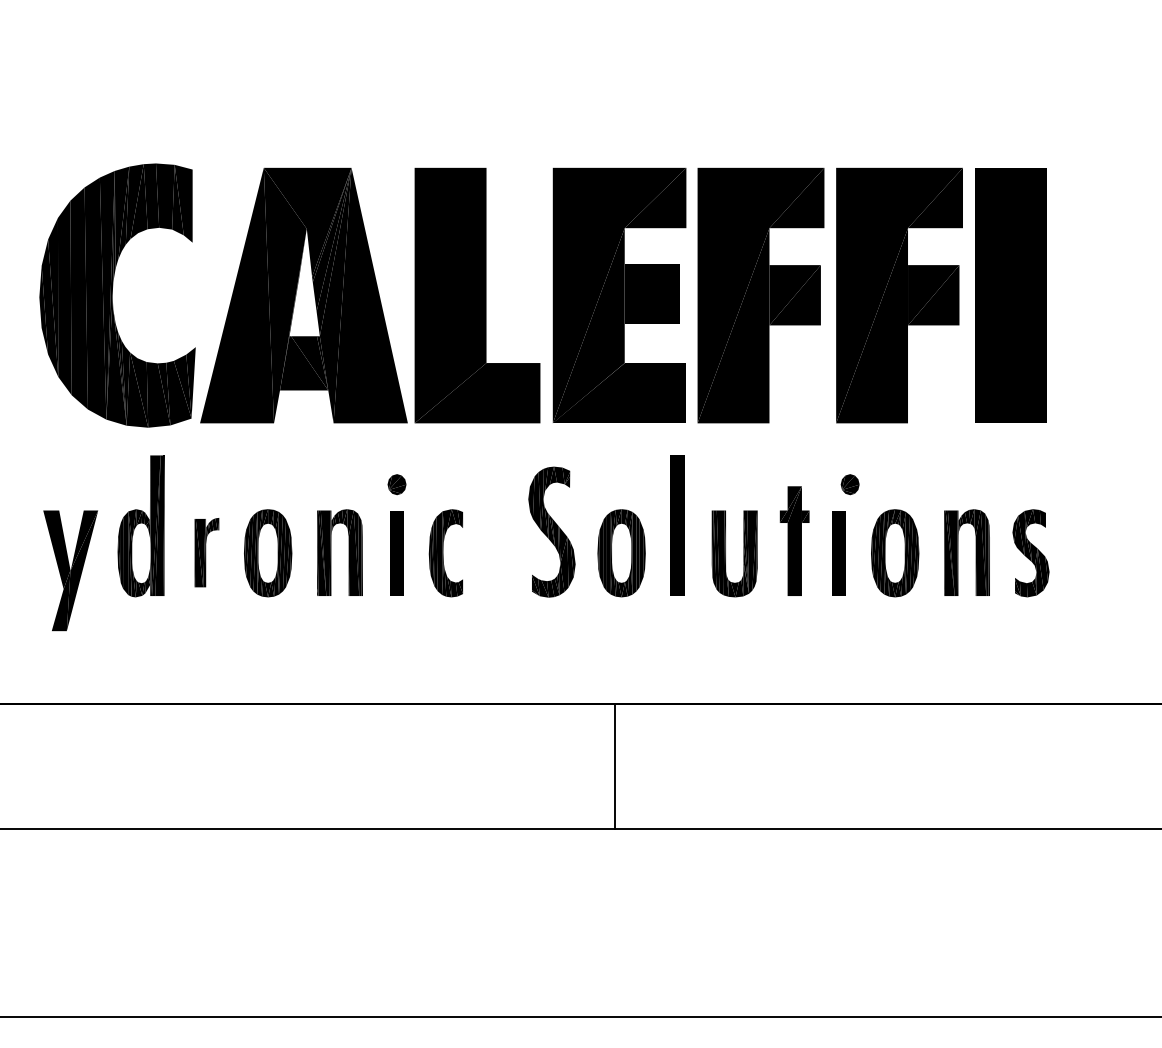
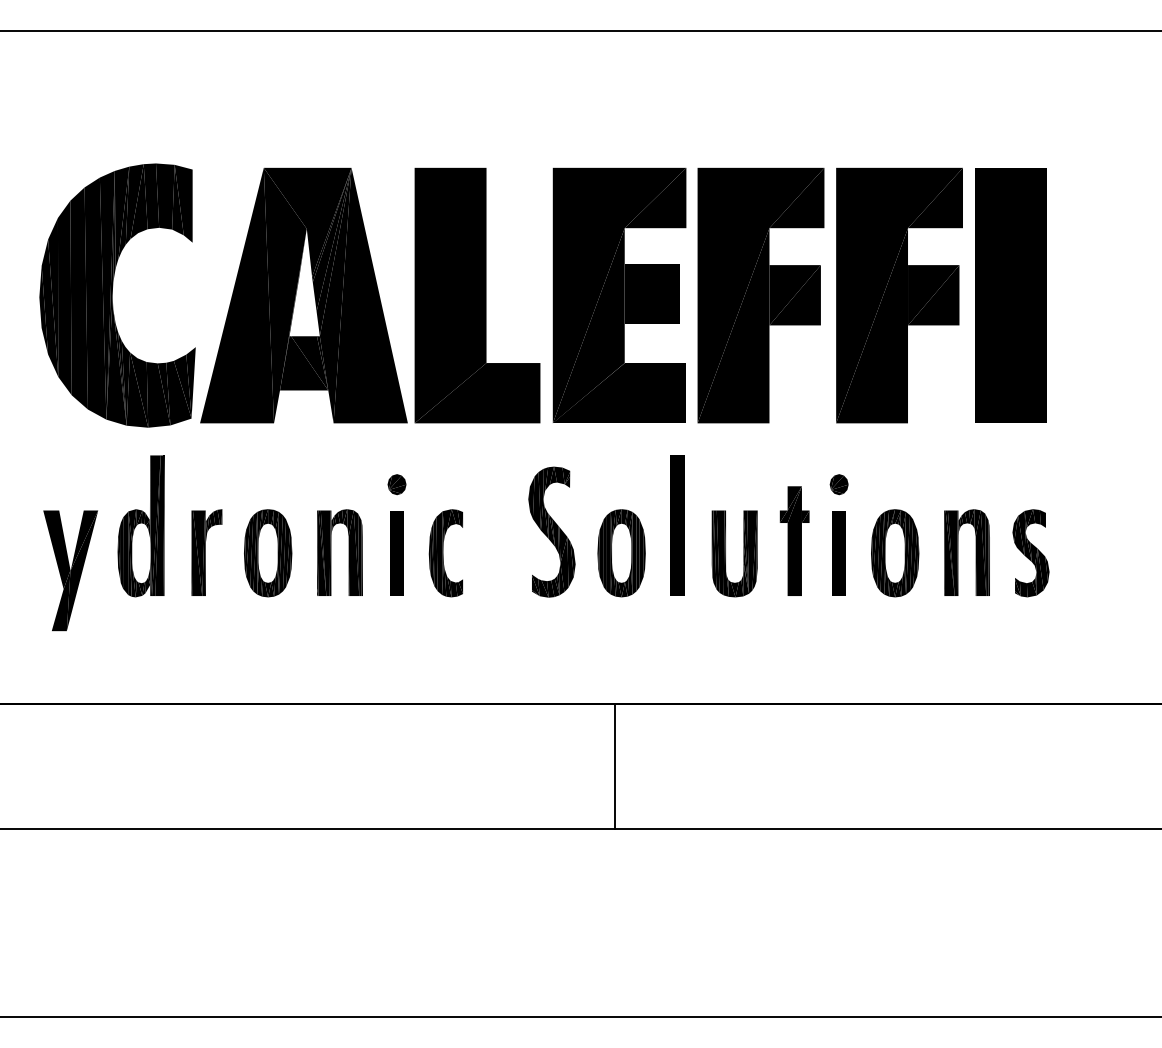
line at (580, 31): none -> present
part at (849, 484) position: (849, 484) -> (838, 484)
part at (206, 552) size: 26x70 px -> 32x87 px
